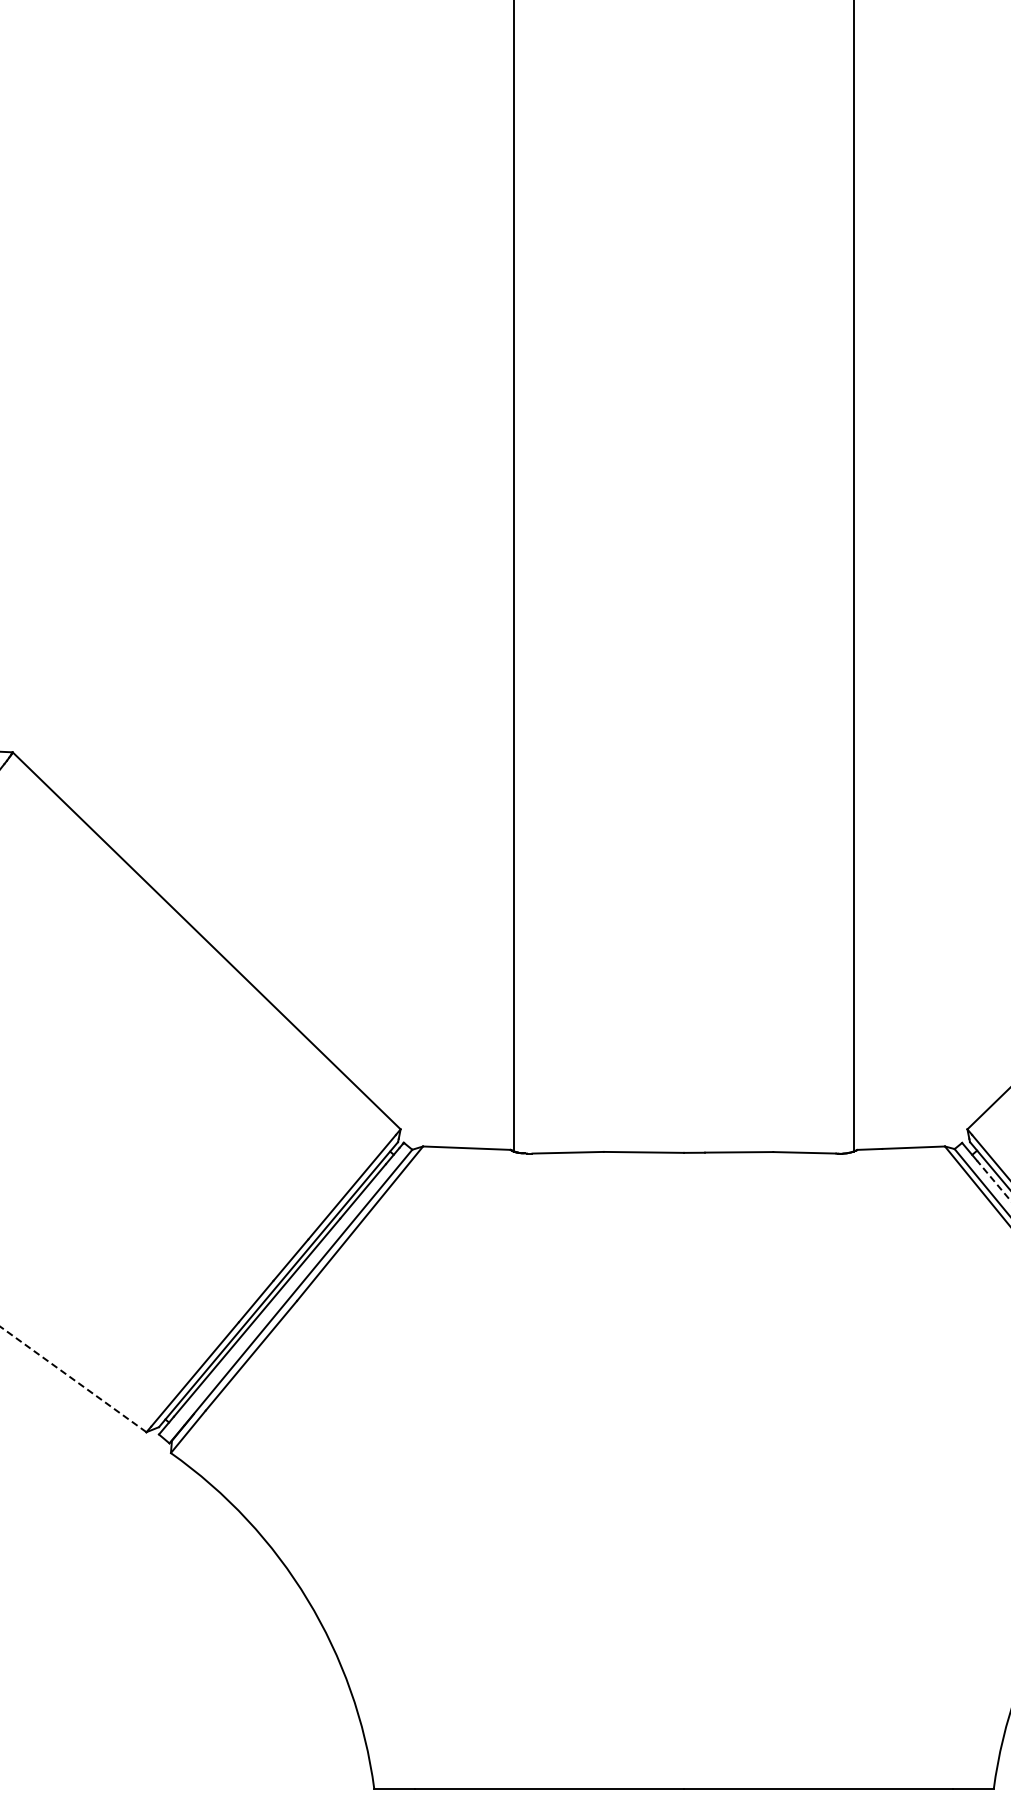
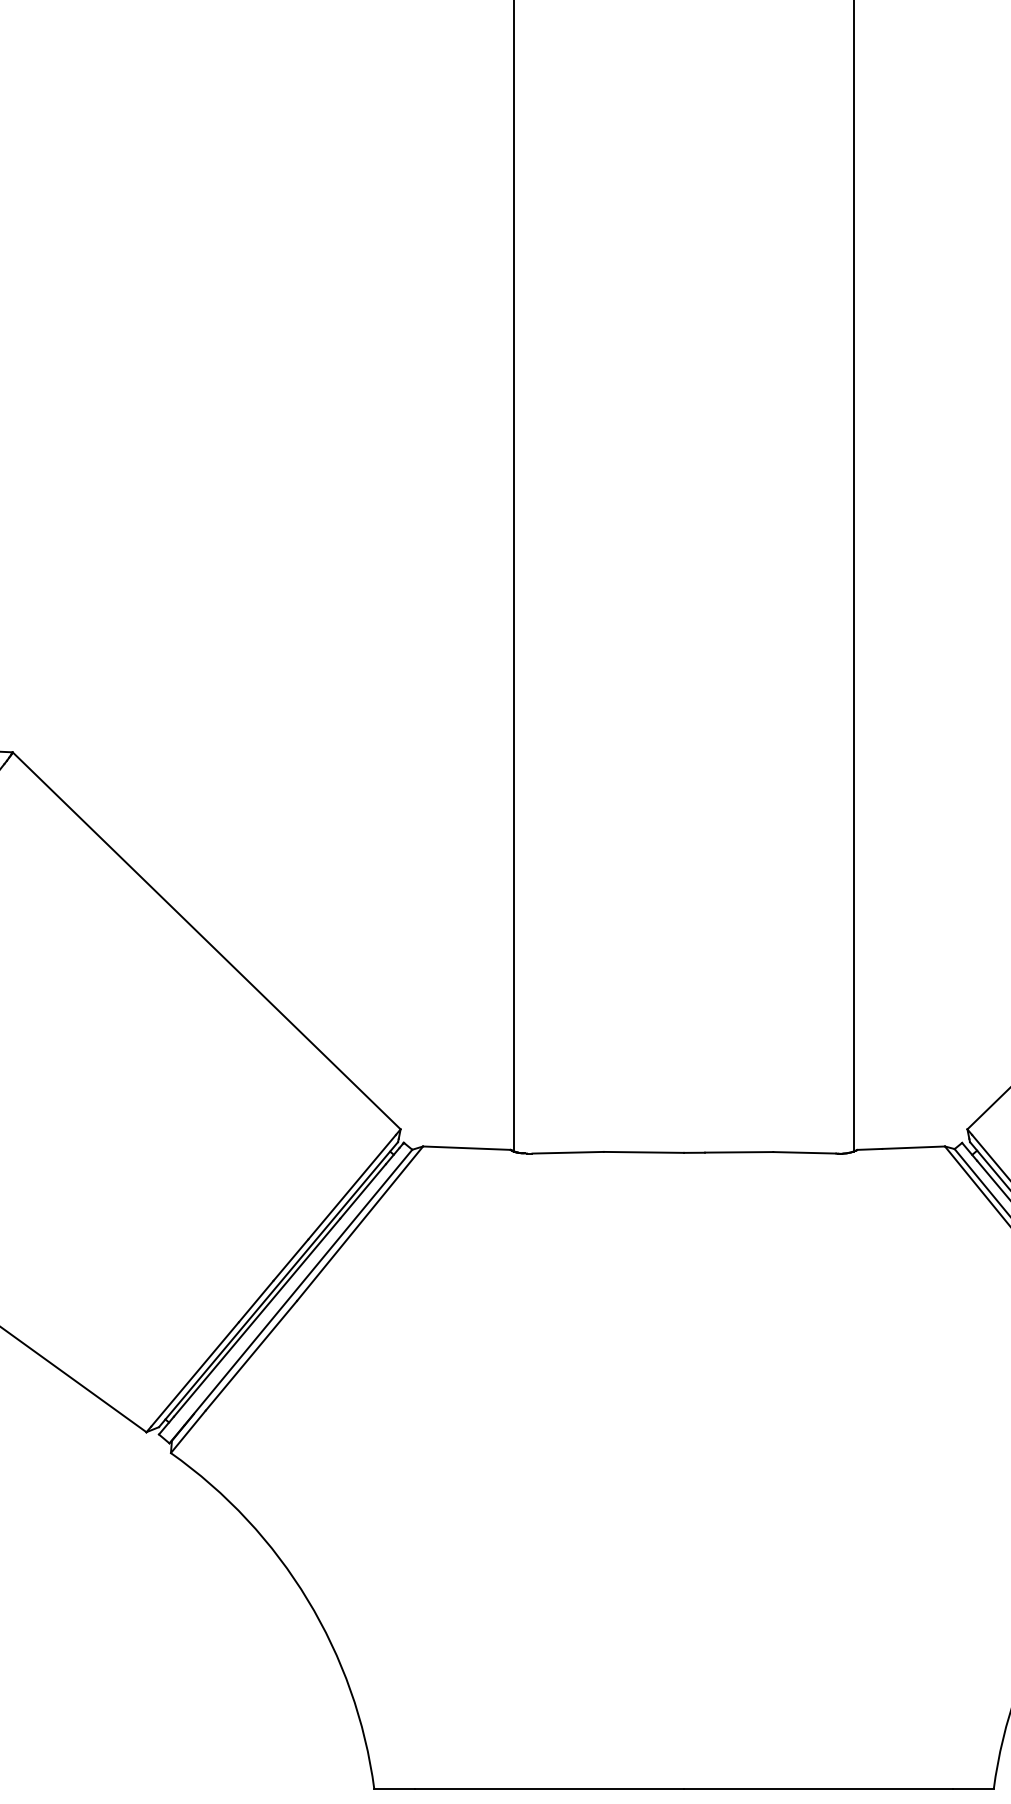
line at (993, 1180): dashed -> solid
line at (73, 1379): dashed -> solid
